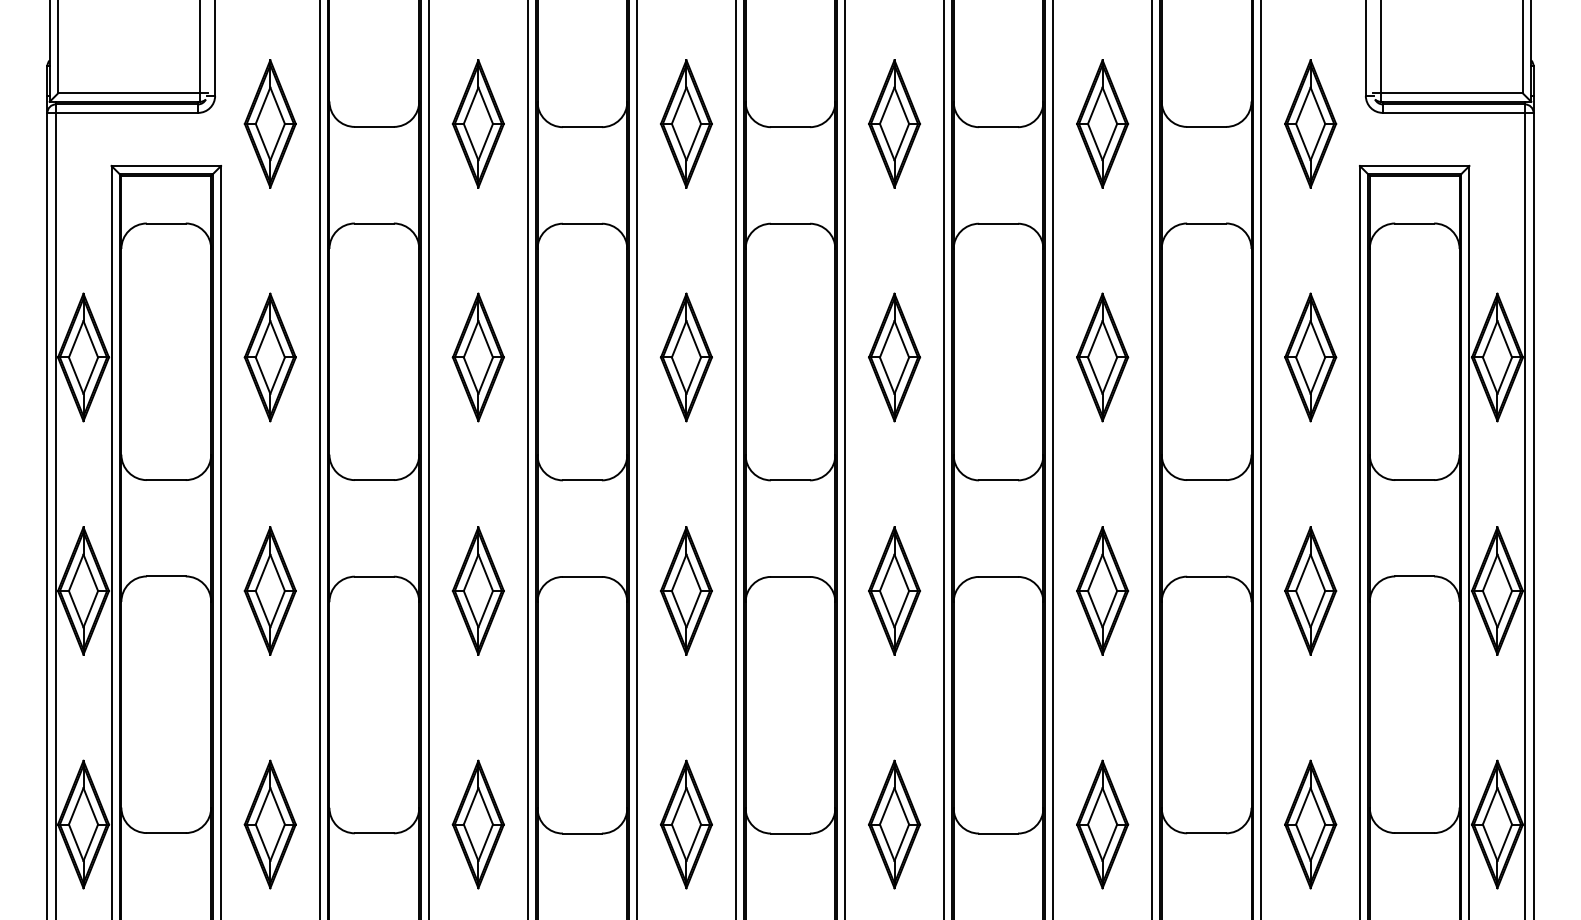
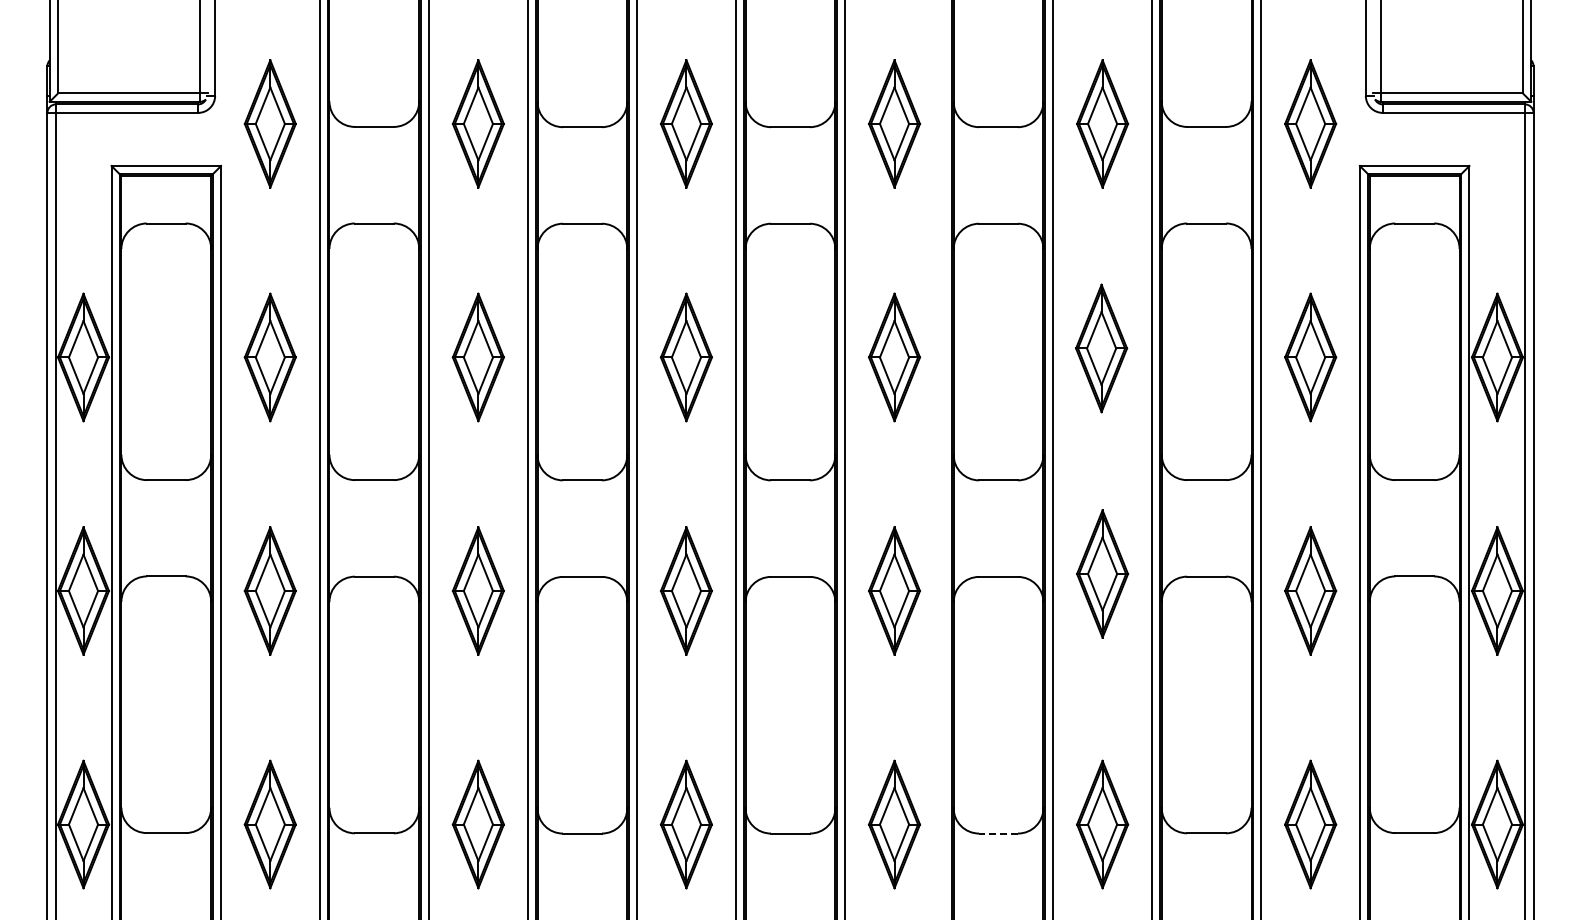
part at (1102, 357) position: (1102, 357) -> (1101, 348)
line at (943, 459): present -> none
part at (1102, 590) position: (1102, 590) -> (1102, 573)
line at (998, 833): solid -> dashed
